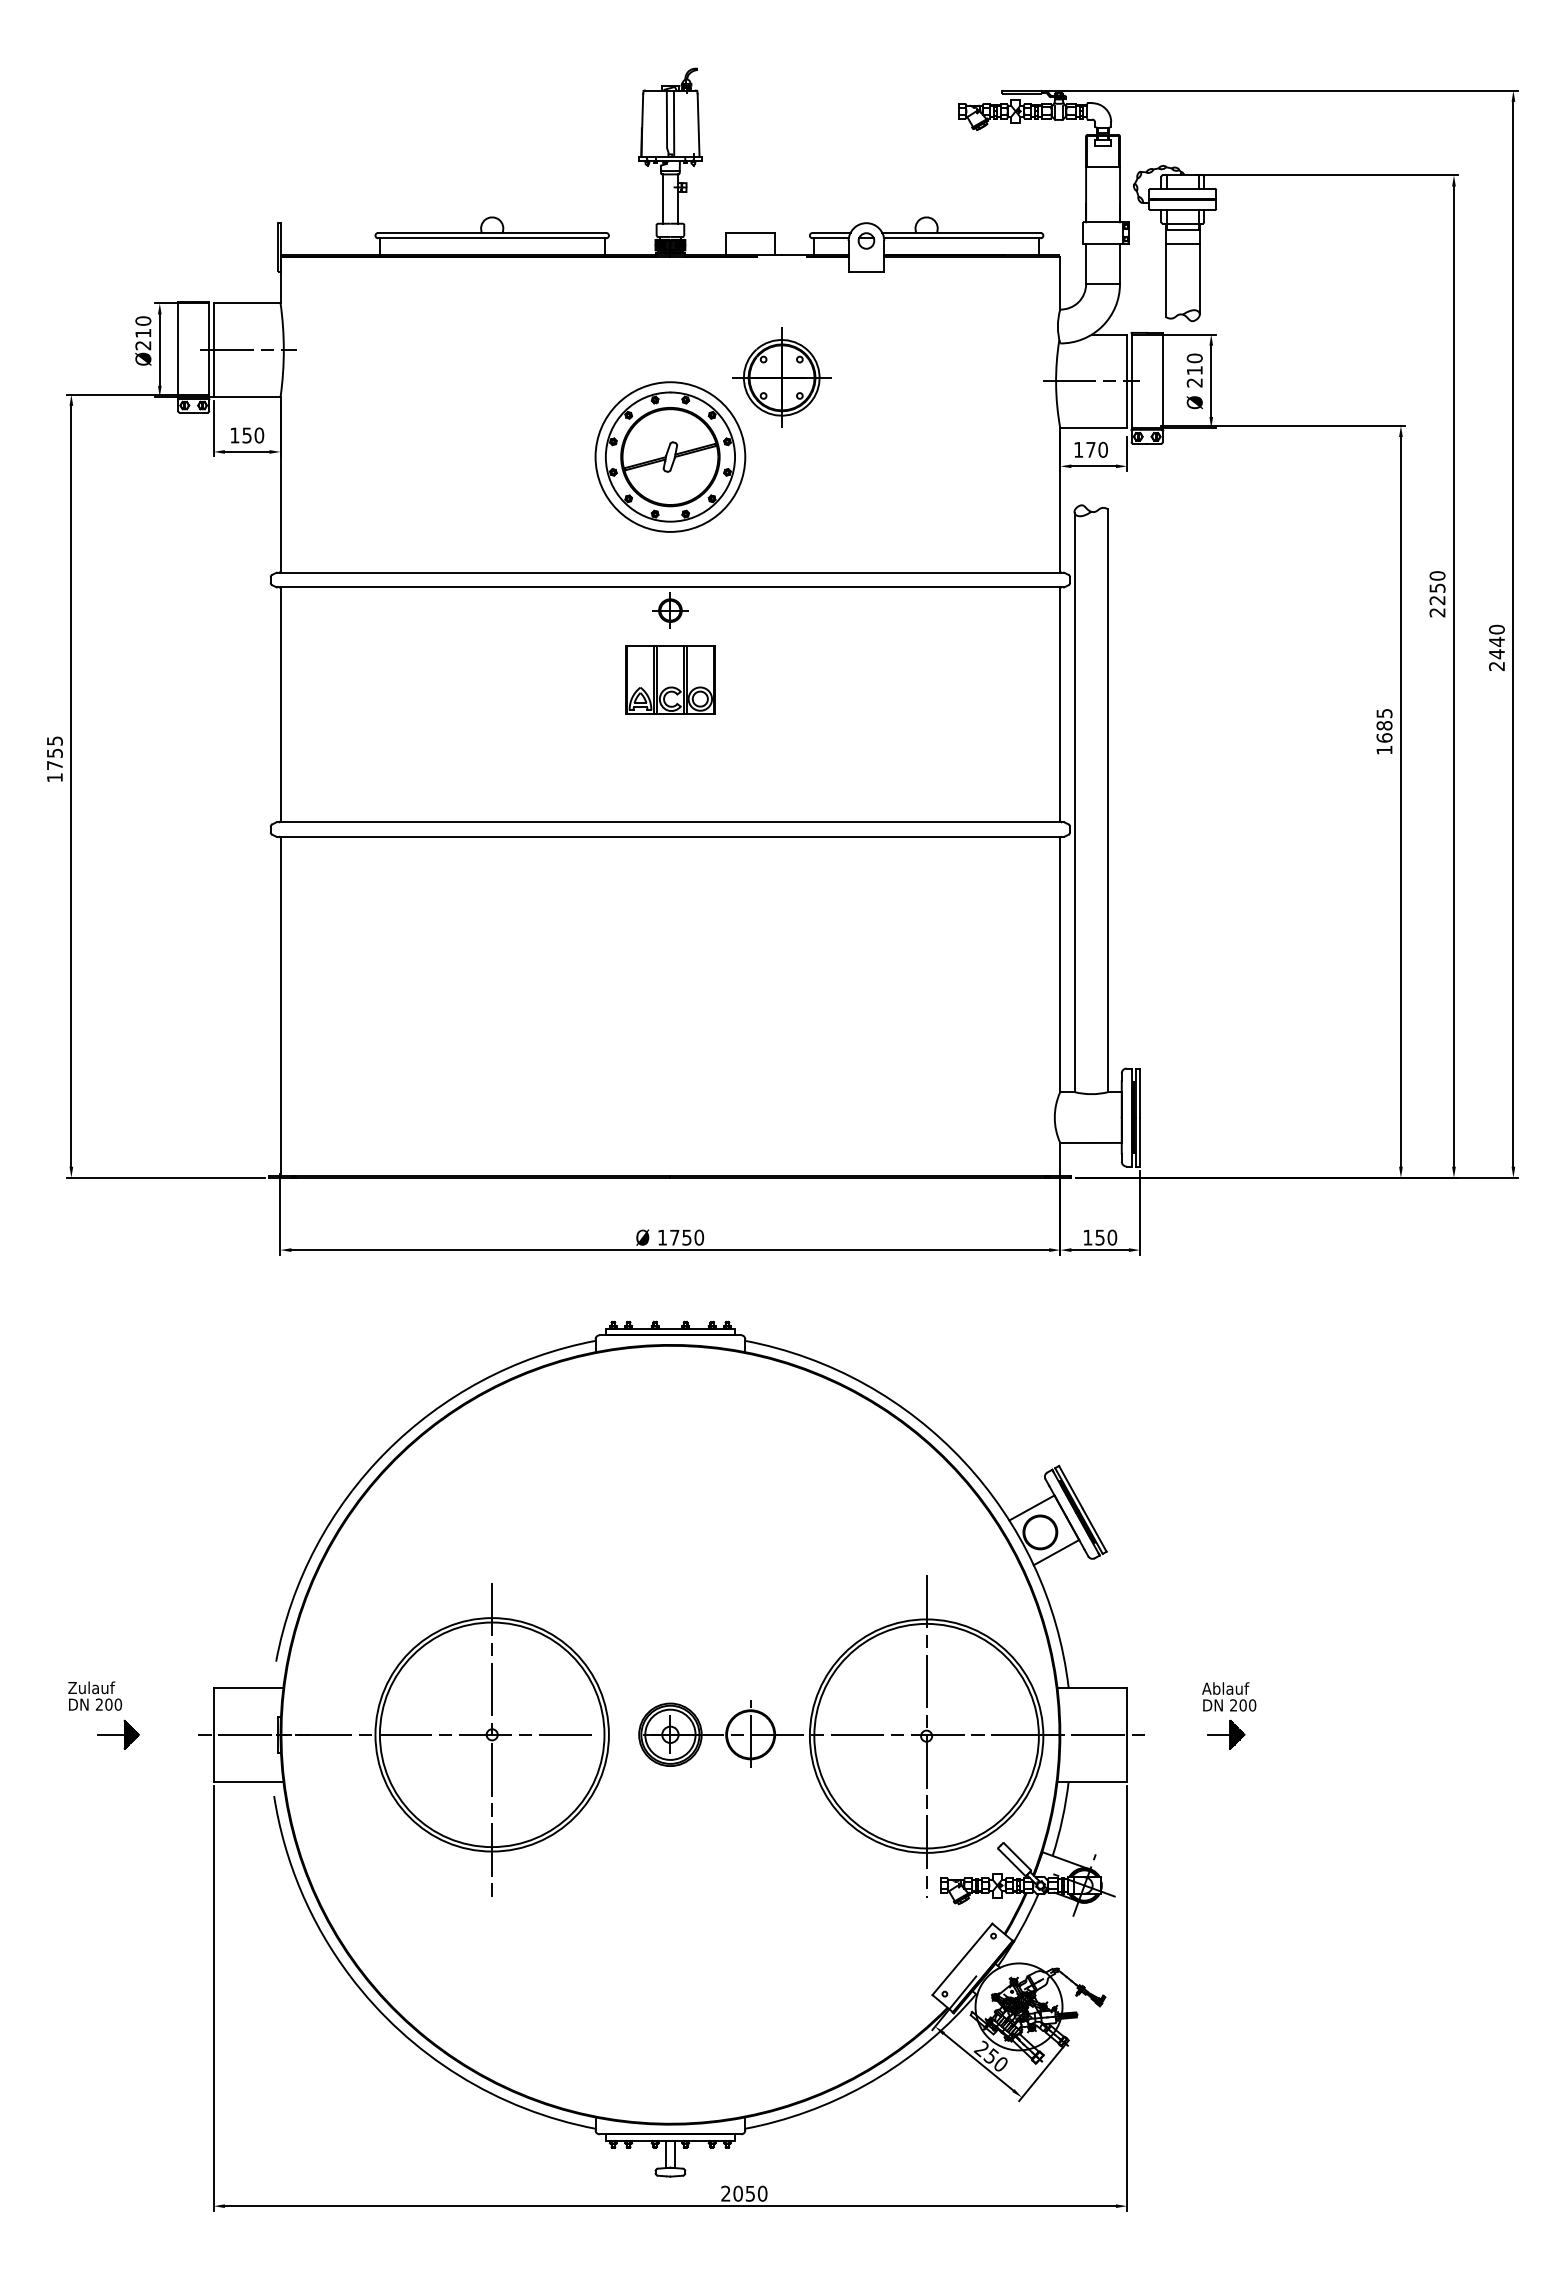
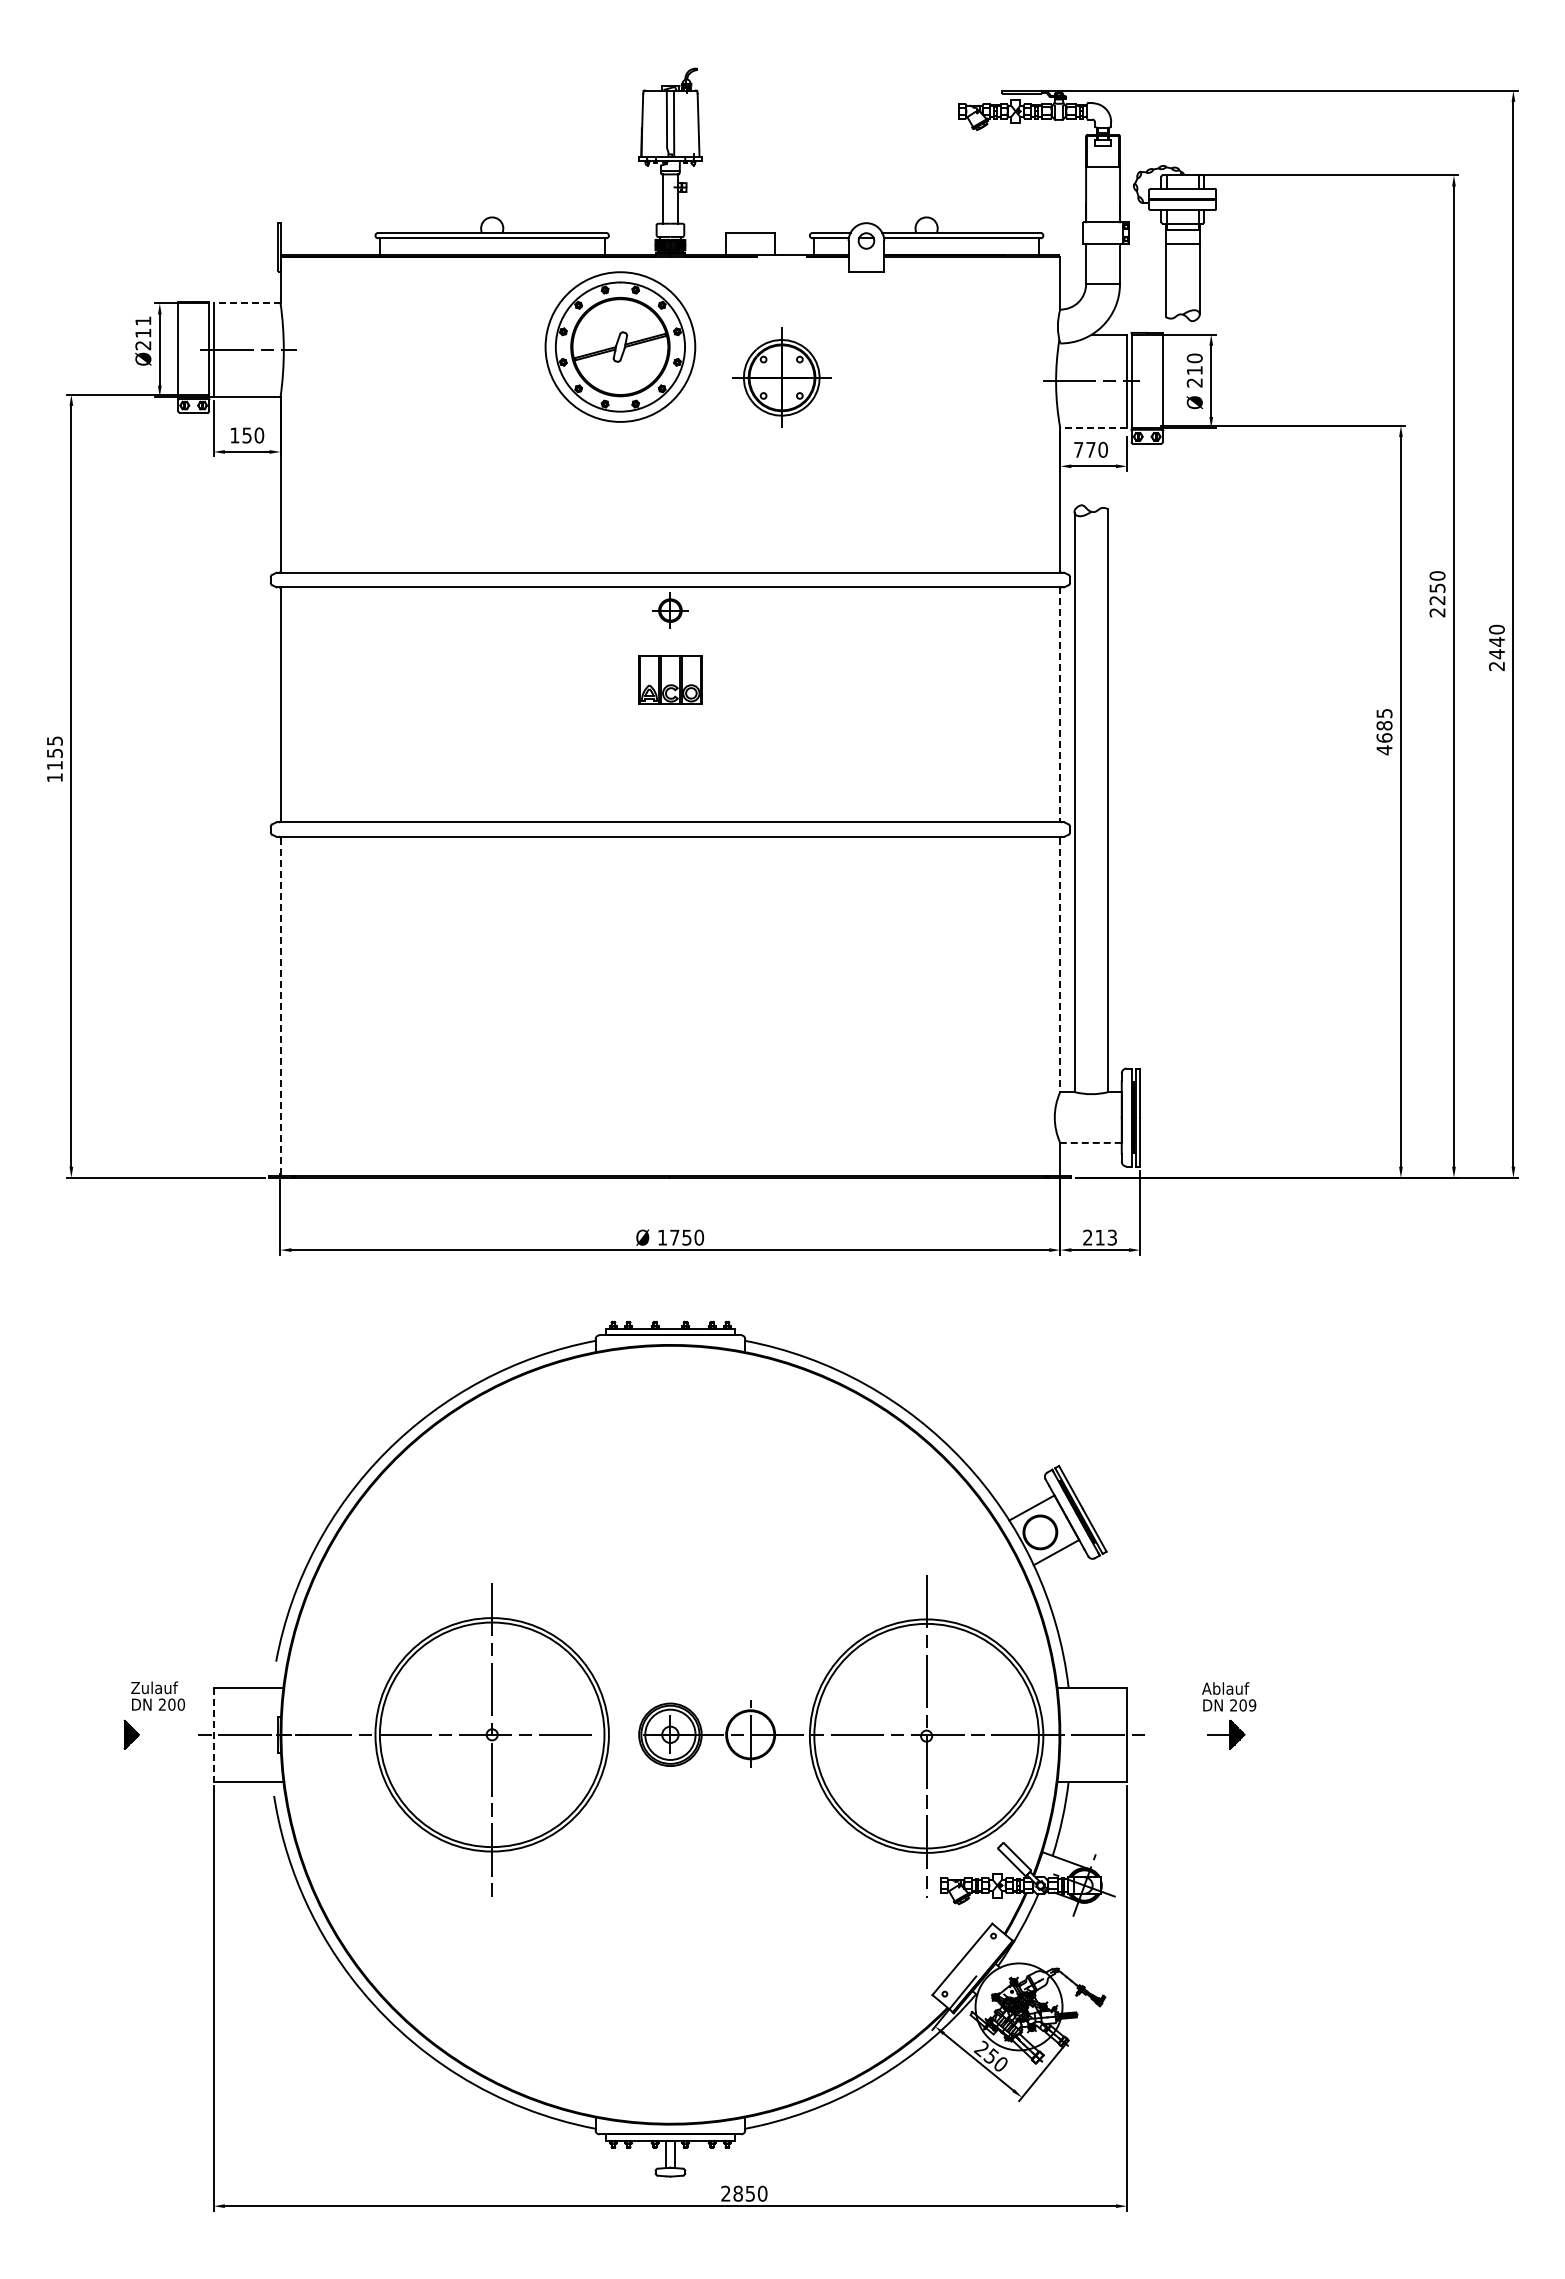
line at (246, 303): solid -> dashed
text at (143, 320): Ø210 -> Ø211
line at (1093, 428): solid -> dashed
text at (1078, 449): 170 -> 770
part at (670, 456) position: (670, 456) -> (620, 346)
part at (670, 679) size: 91x70 px -> 65x50 px
line at (1060, 704): solid -> dashed
text at (1384, 750): 1685 -> 4685
text at (54, 765): 1755 -> 1155
line at (1060, 965): solid -> dashed
line at (280, 1006): solid -> dashed
line at (1091, 1142): solid -> dashed
text at (1100, 1237): 150 -> 213
text at (94, 1695) position: (94, 1695) -> (157, 1695)
text at (1252, 1705): 200 -> 209
line at (110, 1734): present -> none
line at (213, 1734): solid -> dashed
text at (737, 2193): 2050 -> 2850
